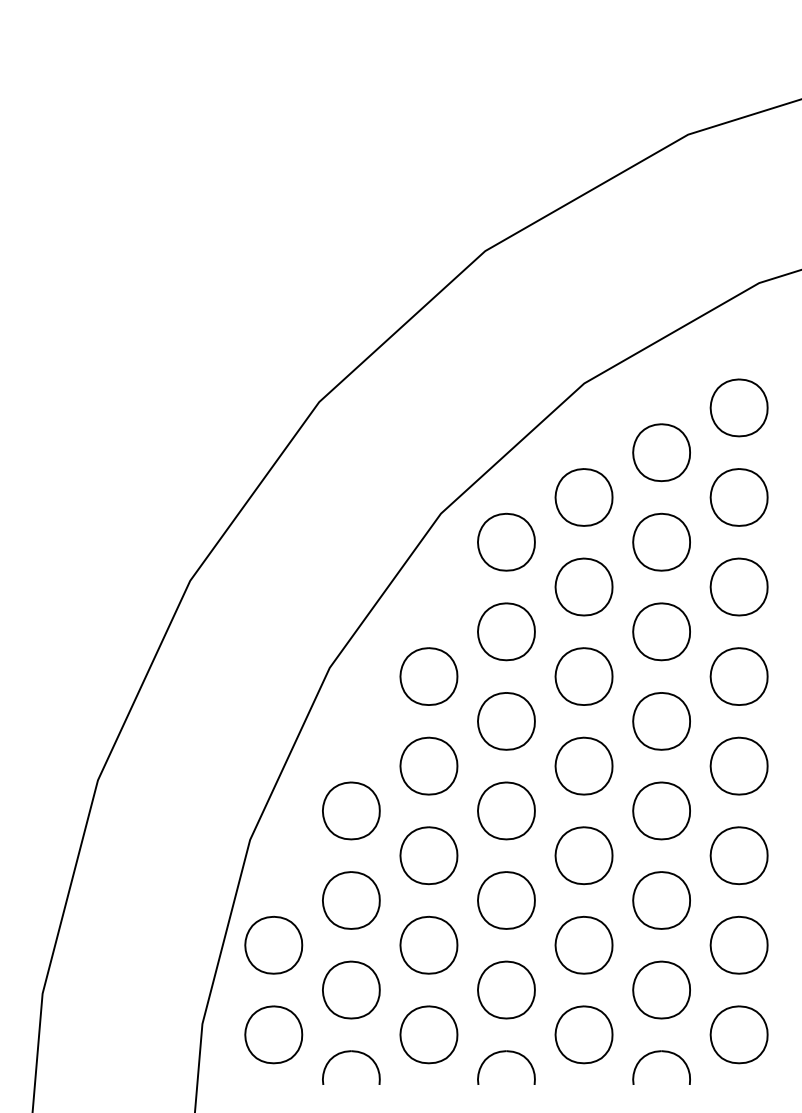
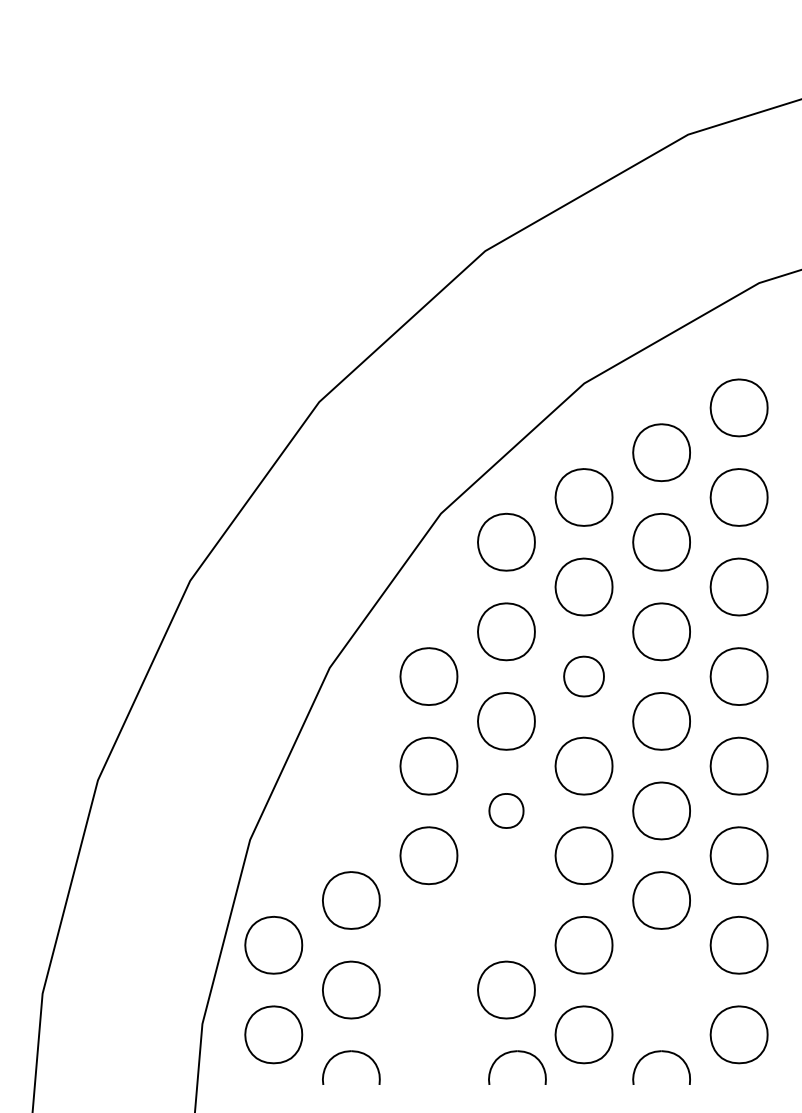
part at (583, 676) size: 60x59 px -> 42x43 px
part at (351, 810): present -> none
part at (506, 810) size: 59x60 px -> 37x36 px
part at (506, 900): present -> none
part at (428, 944): present -> none
part at (661, 989): present -> none
part at (428, 1034): present -> none
part at (506, 1052) position: (506, 1052) -> (517, 1052)
